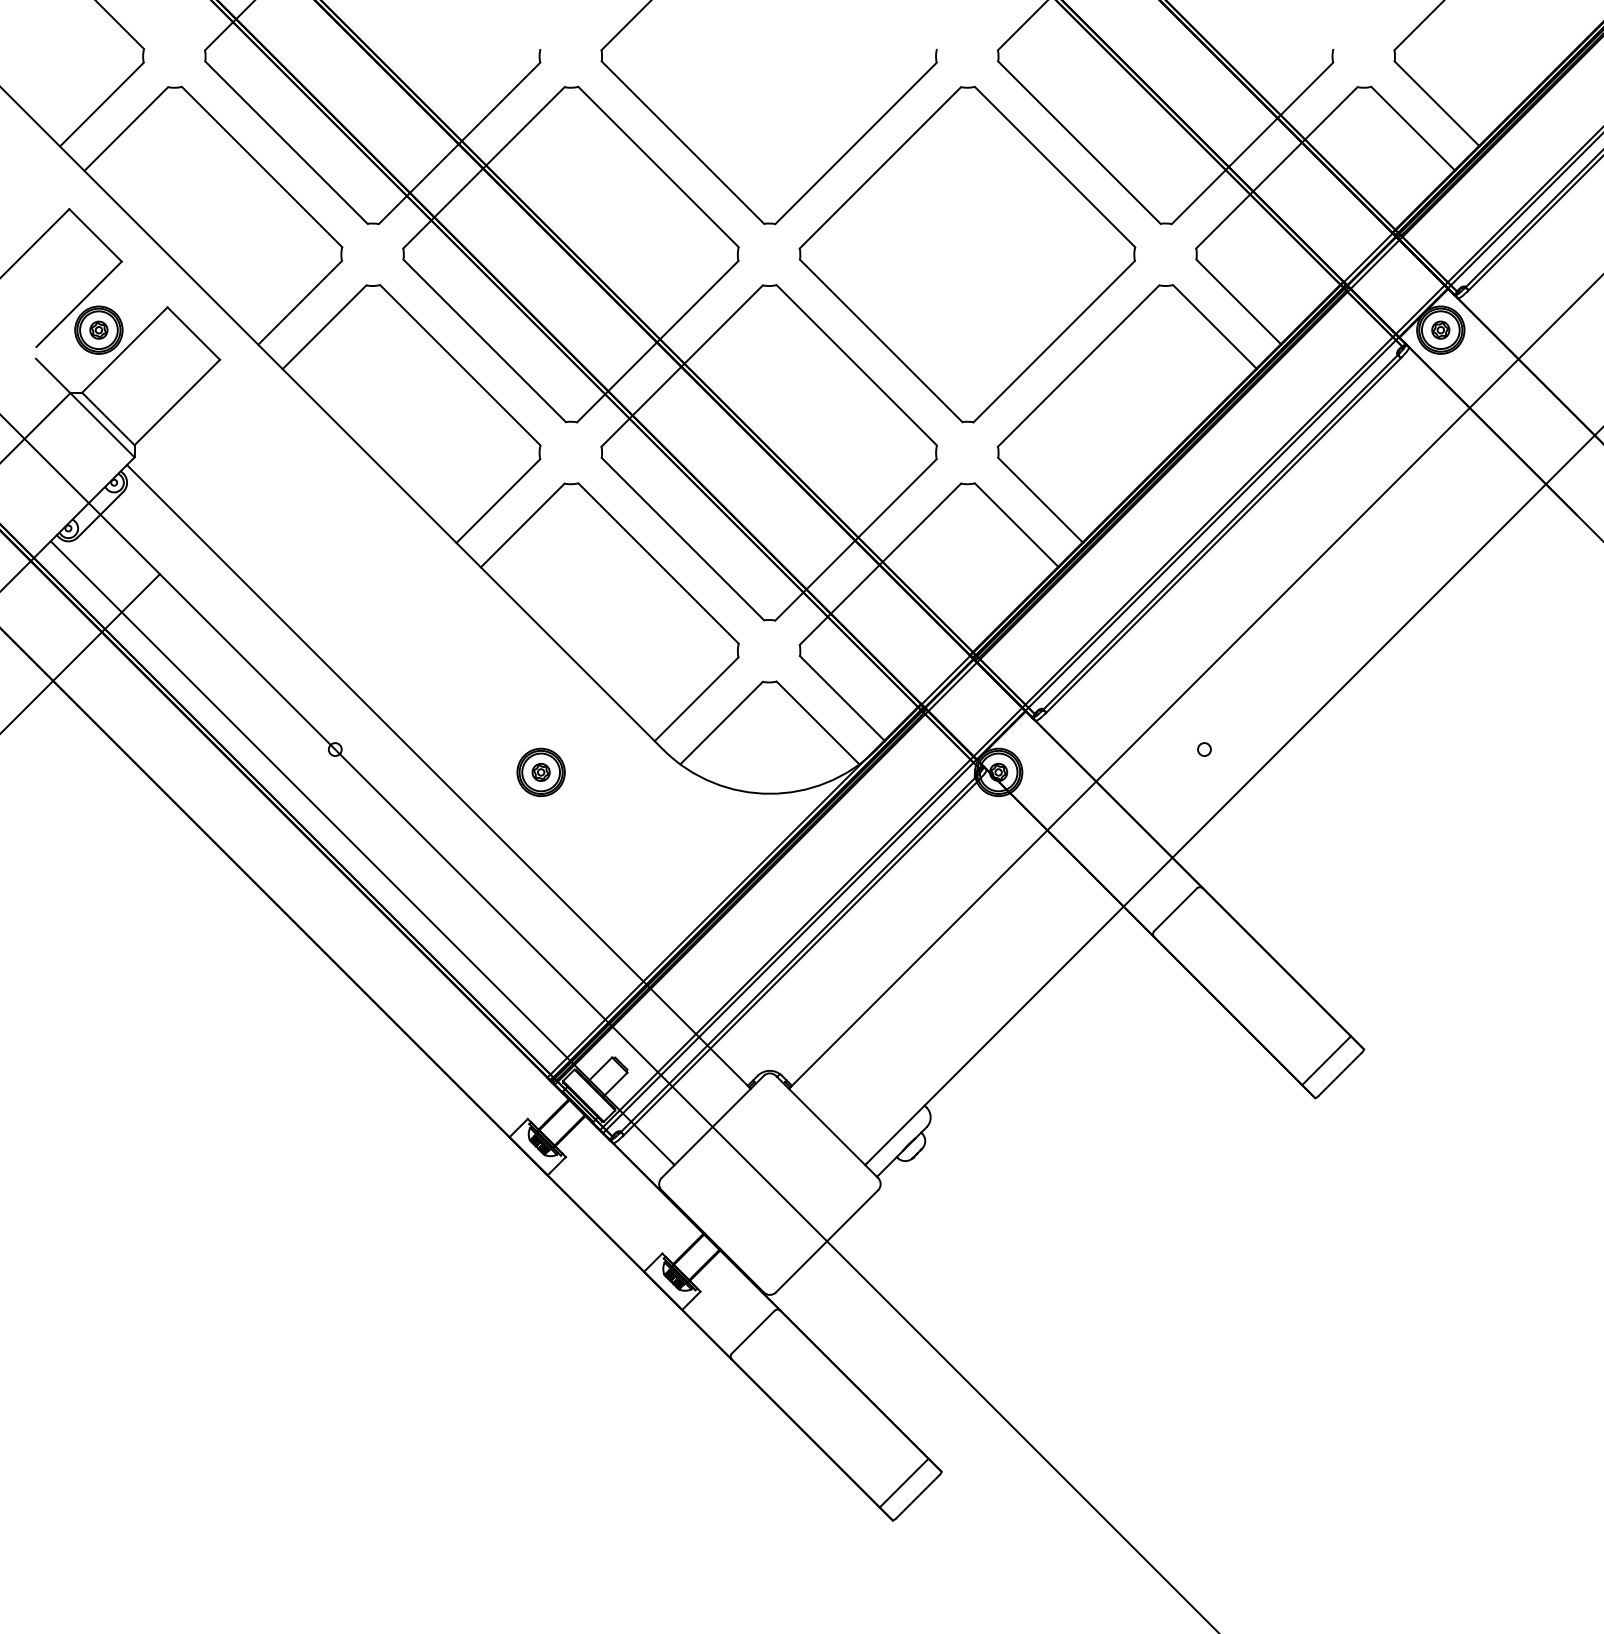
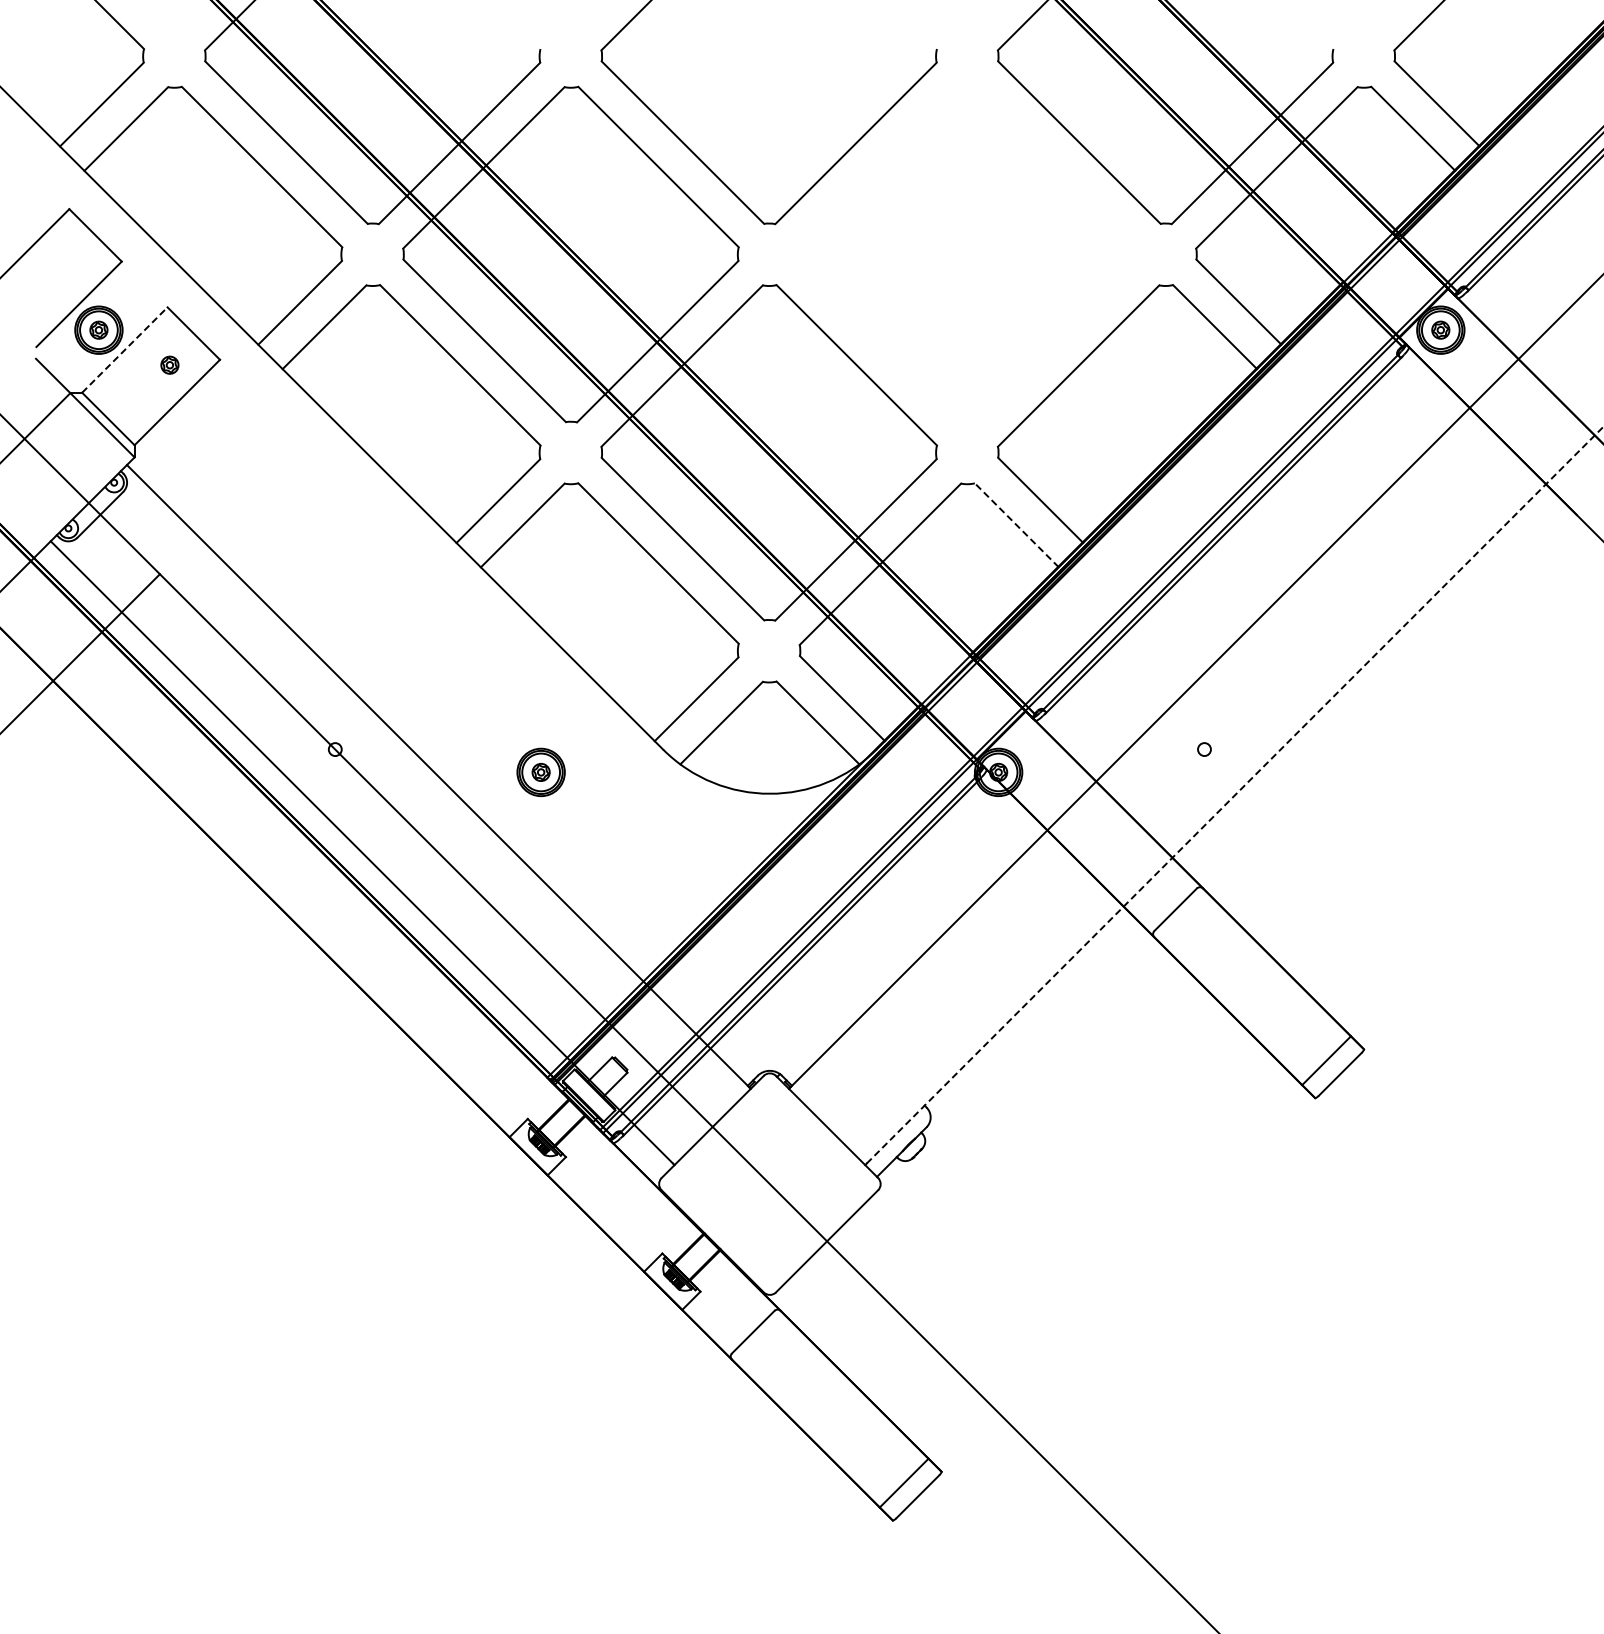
part at (967, 254): present -> none
line at (125, 349): solid -> dashed
part at (169, 364): none -> present
line at (1016, 524): solid -> dashed
line at (1235, 795): solid -> dashed
